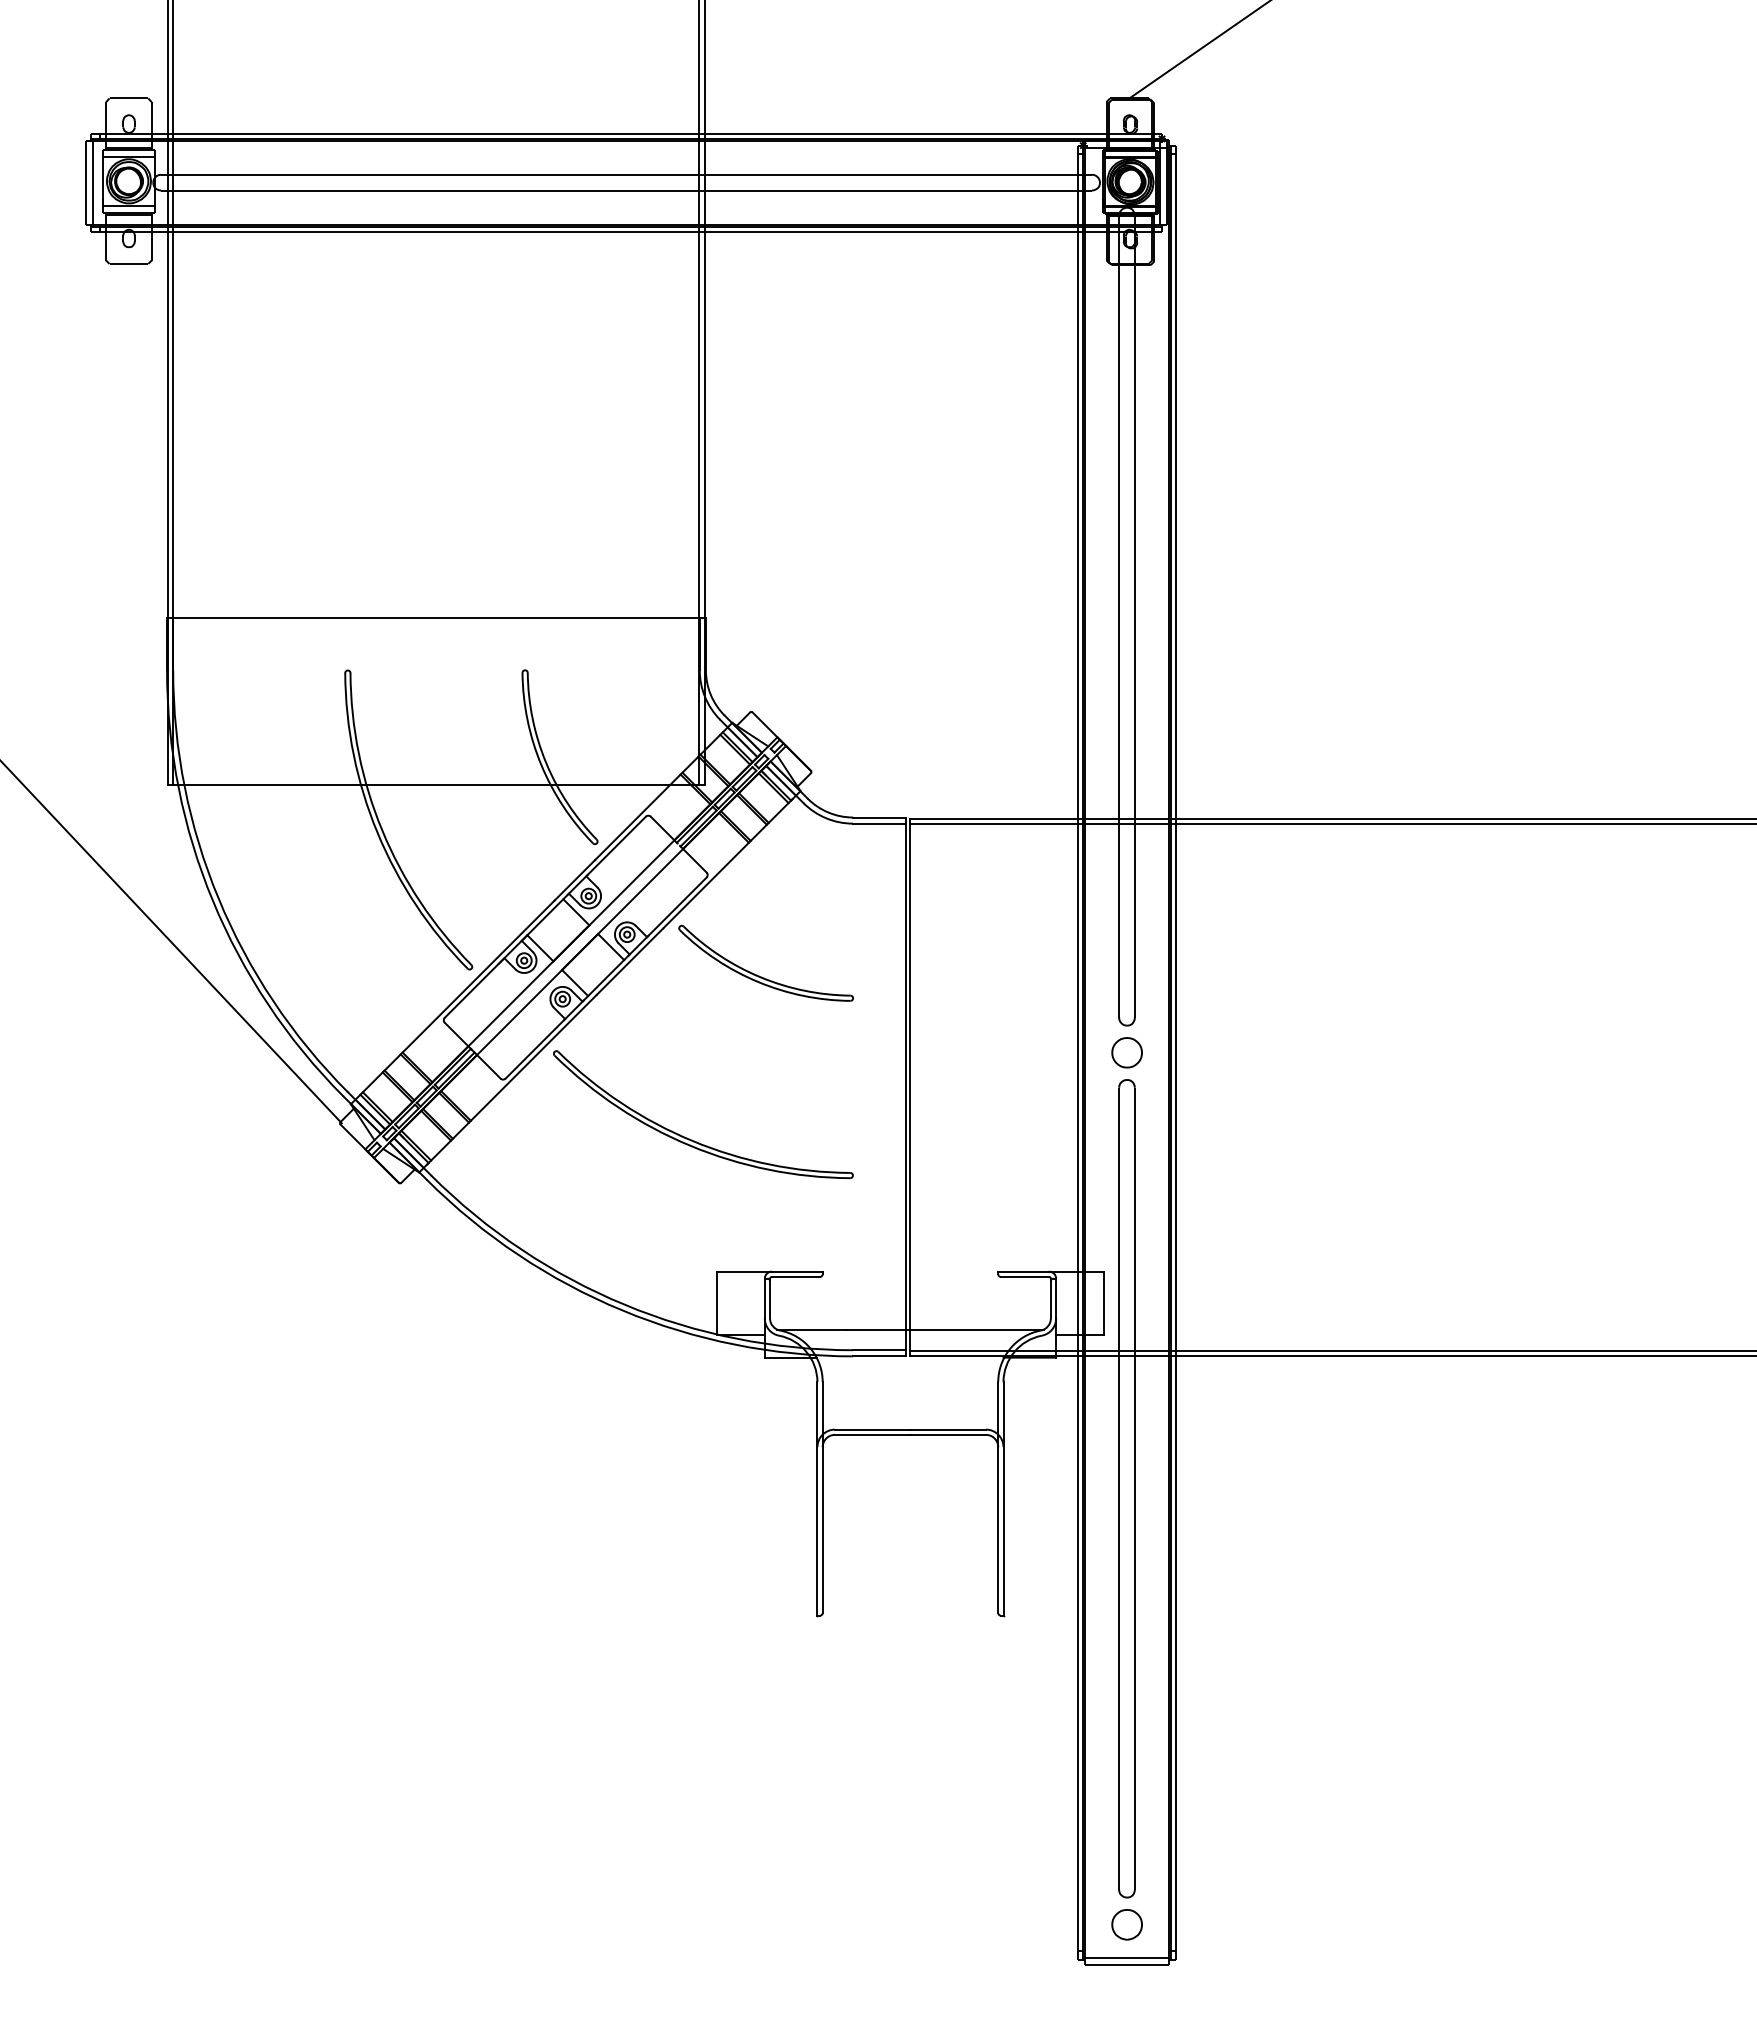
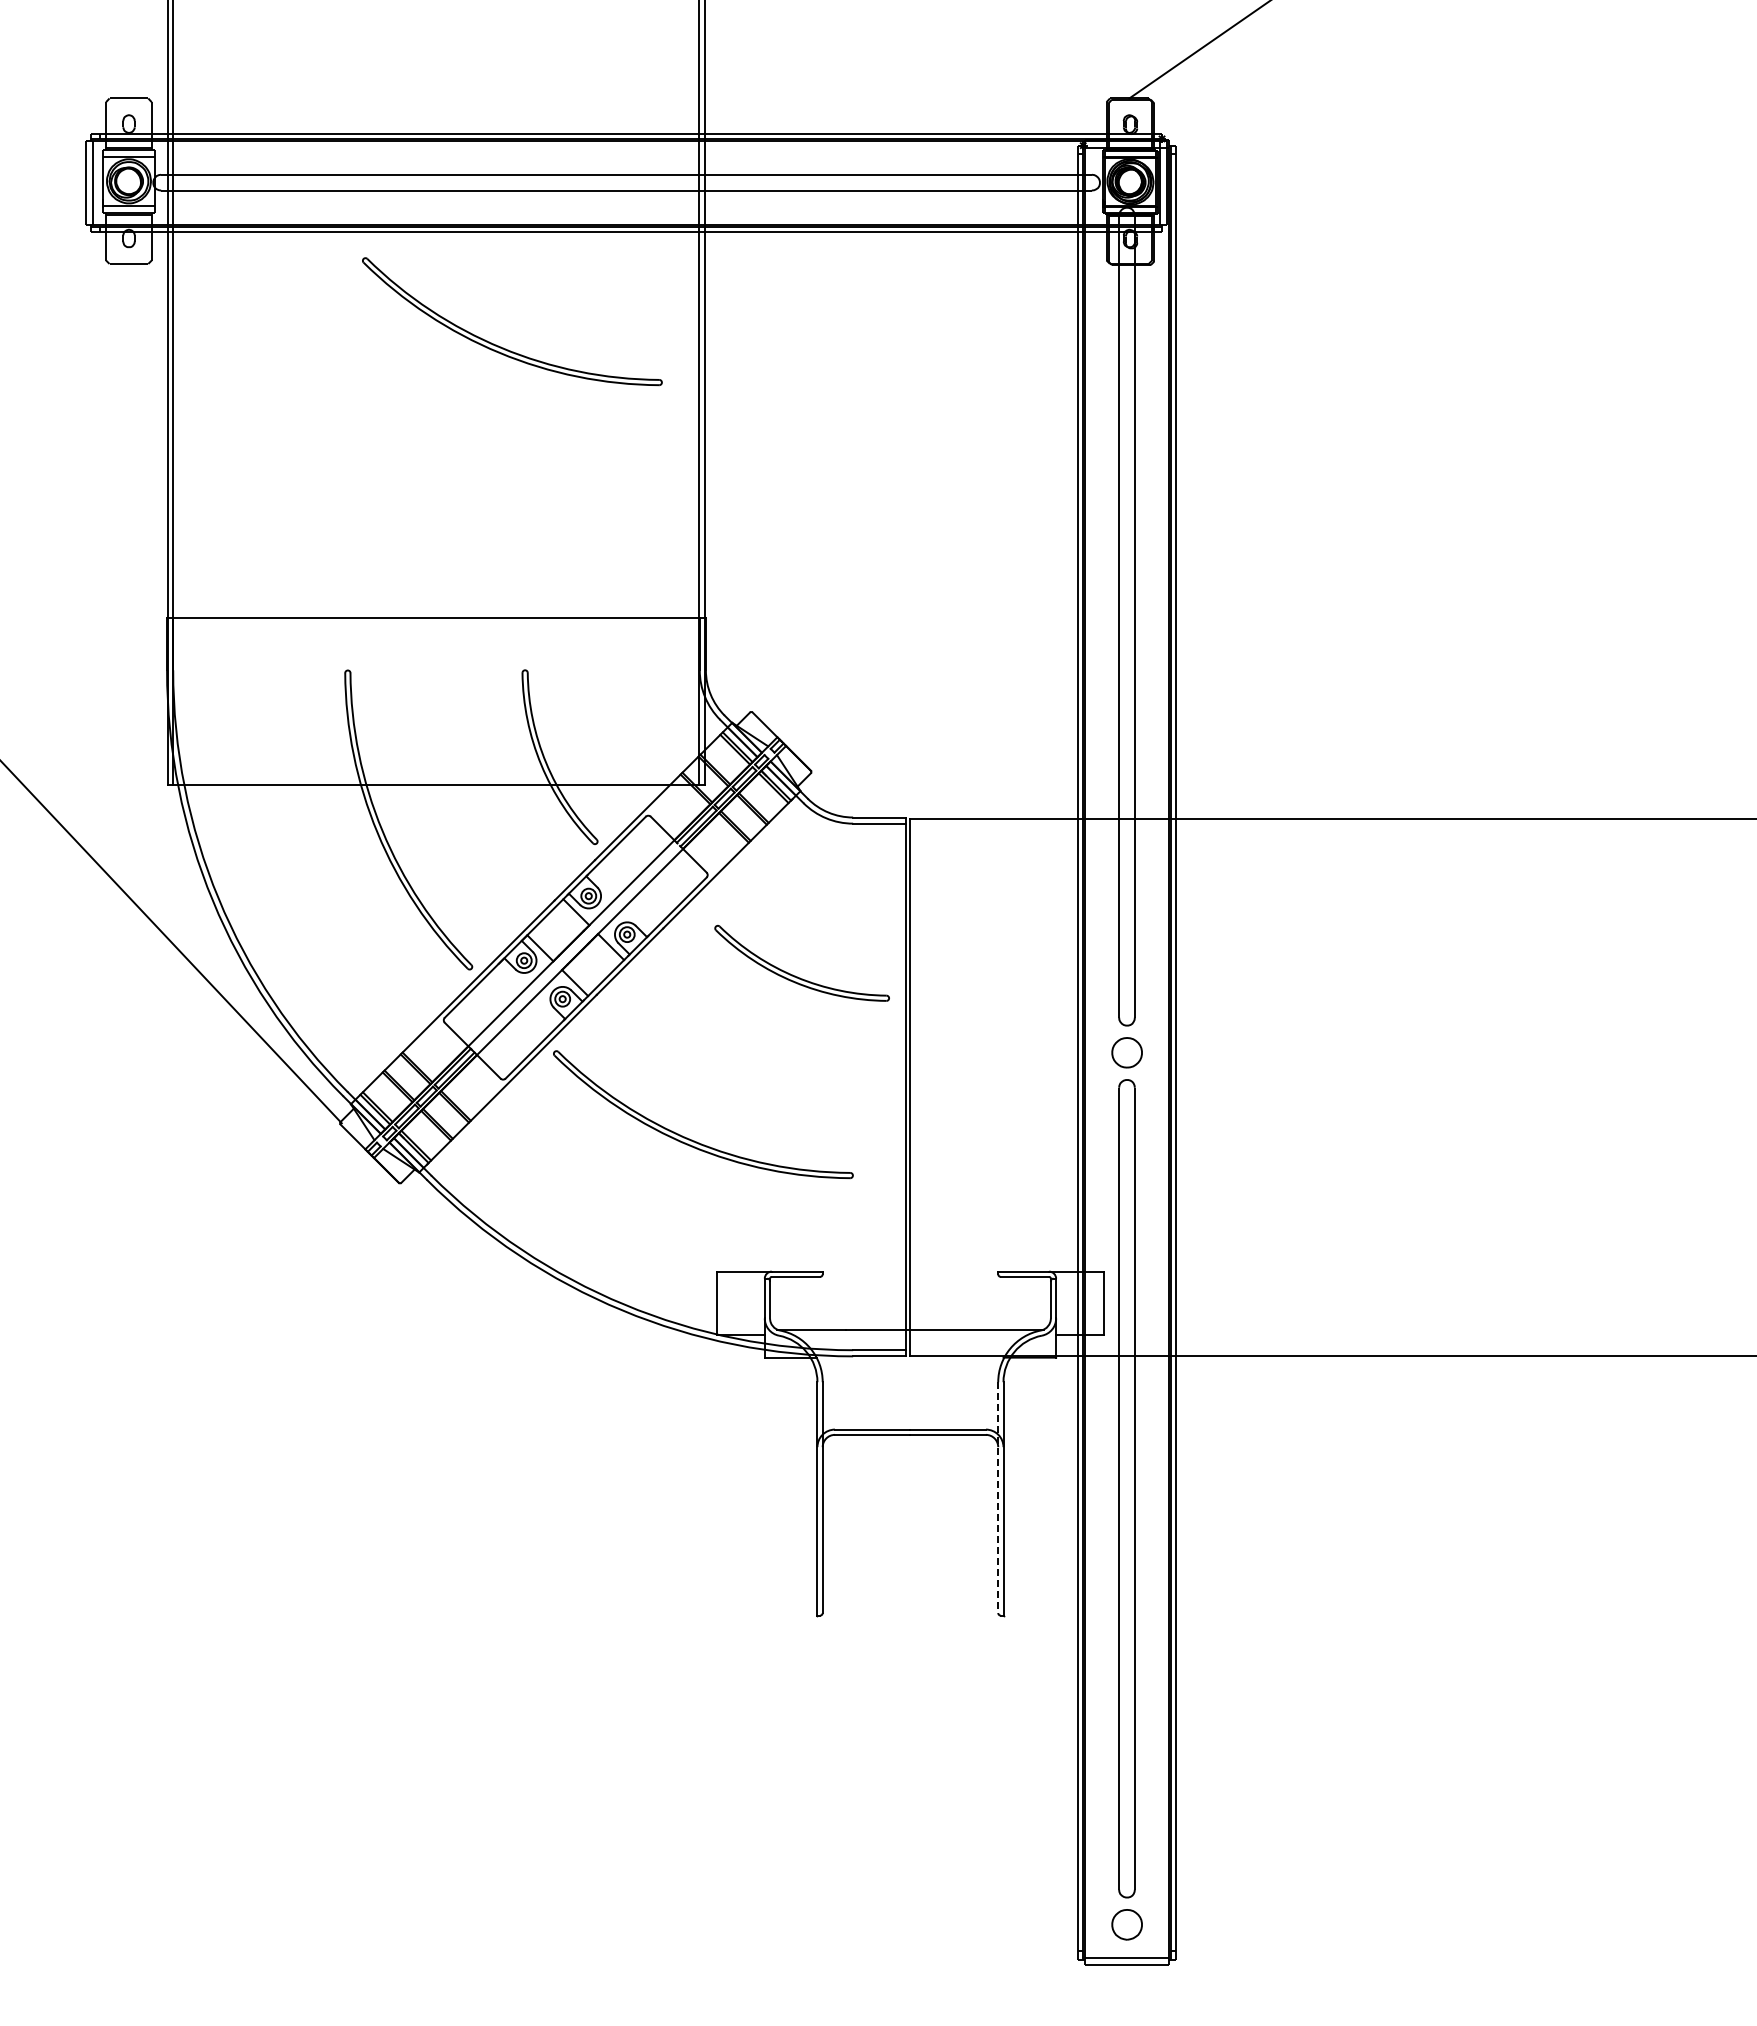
part at (501, 346): none -> present
line at (1331, 824): present -> none
part at (759, 975) position: (759, 975) -> (795, 975)
line at (1331, 1350): present -> none
line at (998, 1498): solid -> dashed
